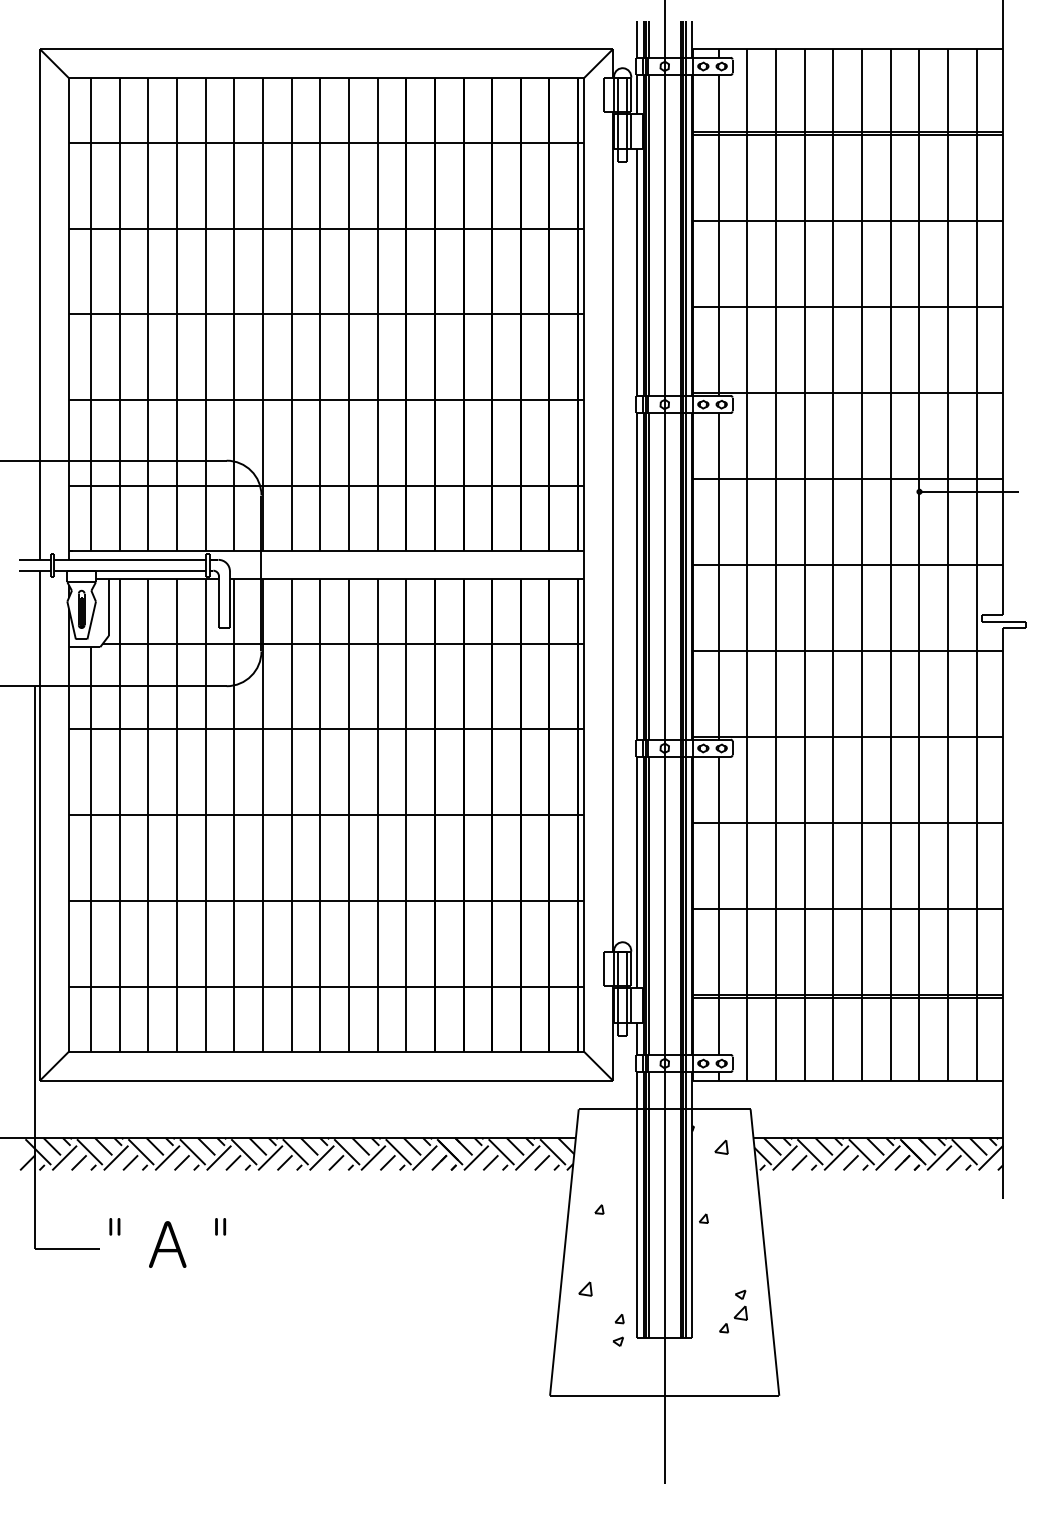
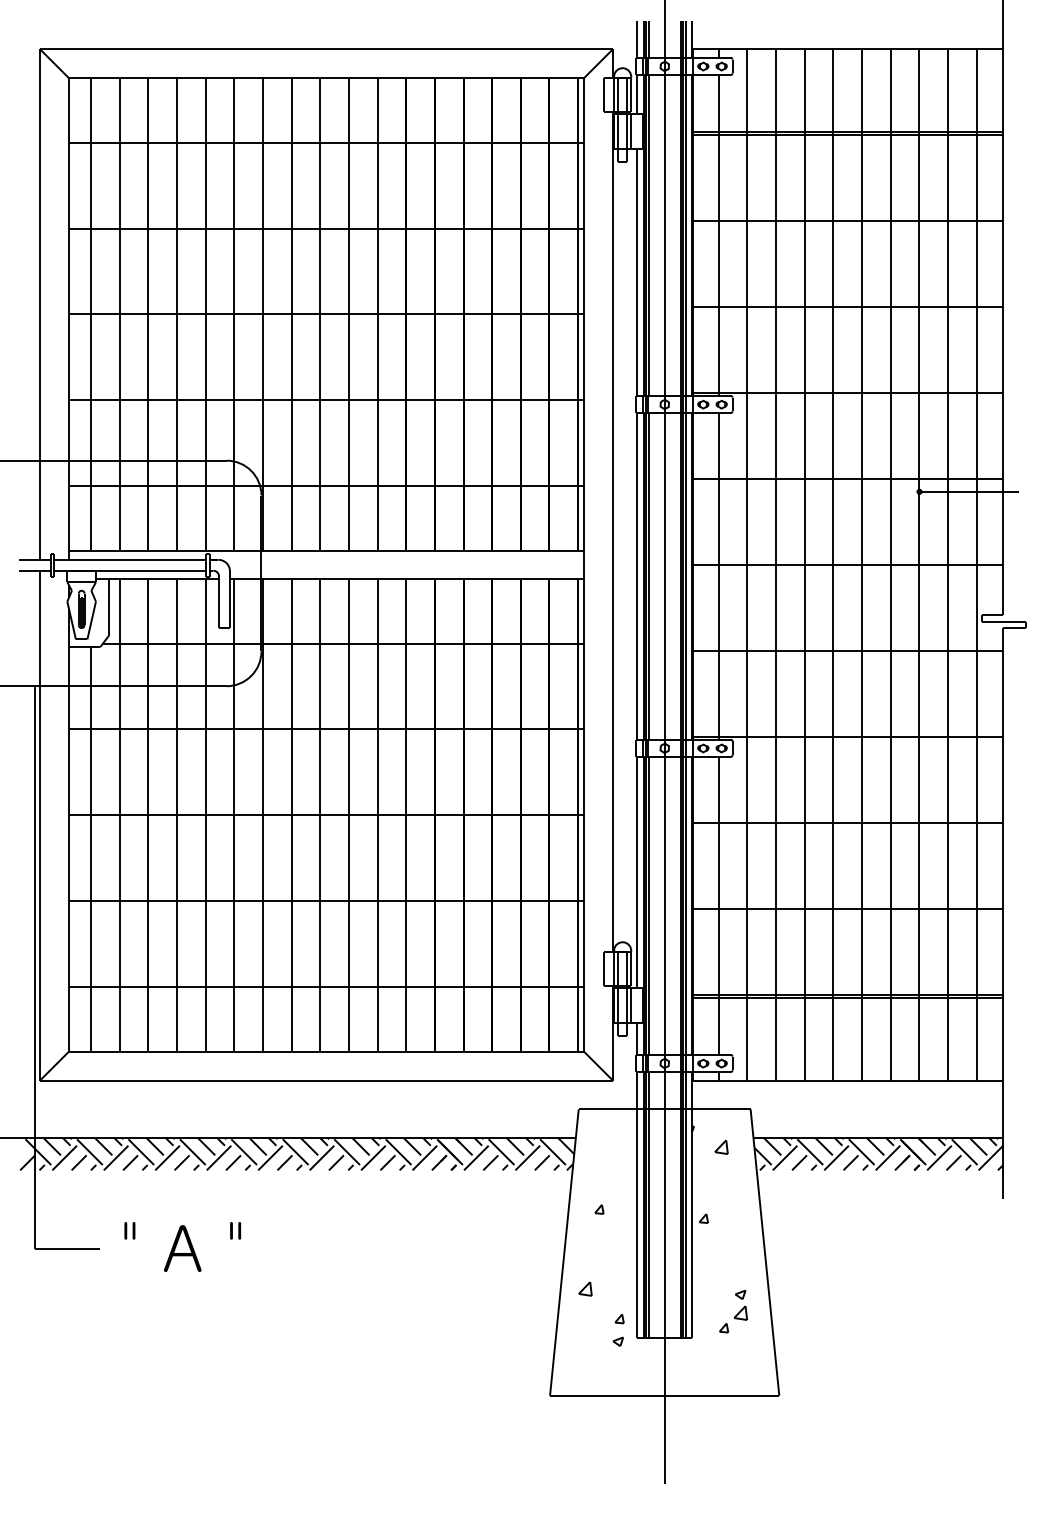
text at (167, 1242) position: (167, 1242) -> (182, 1246)
